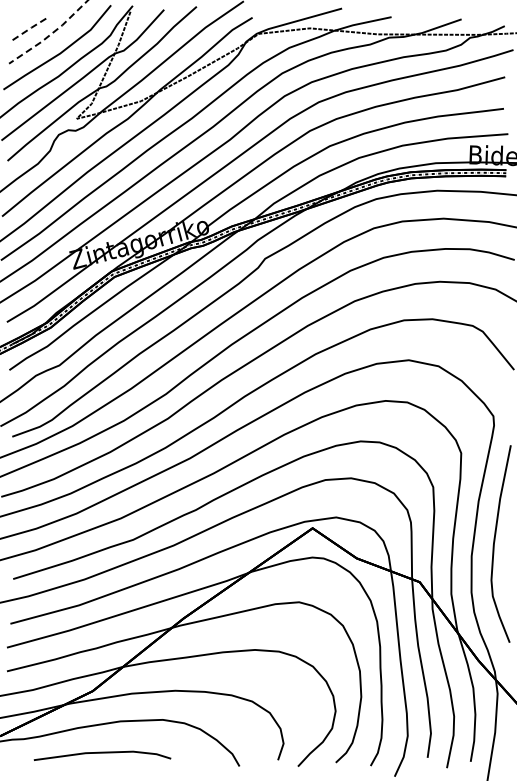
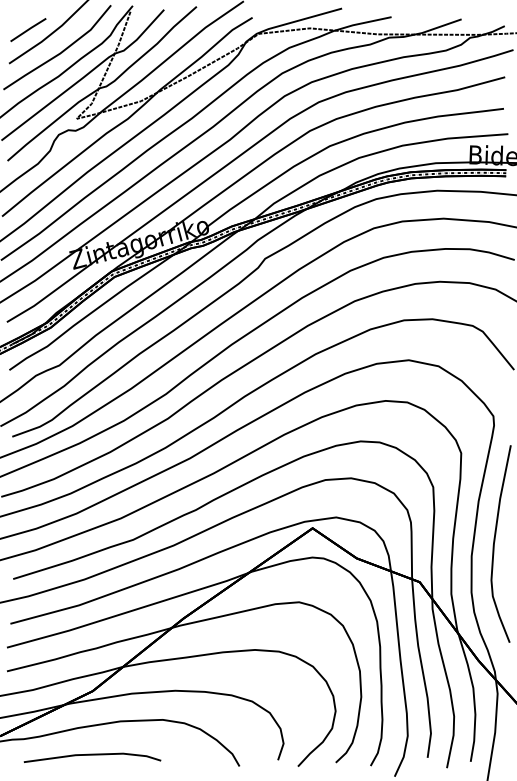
line at (28, 29): dashed -> solid
line at (50, 35): dashed -> solid
line at (102, 753) position: (102, 753) -> (92, 755)
